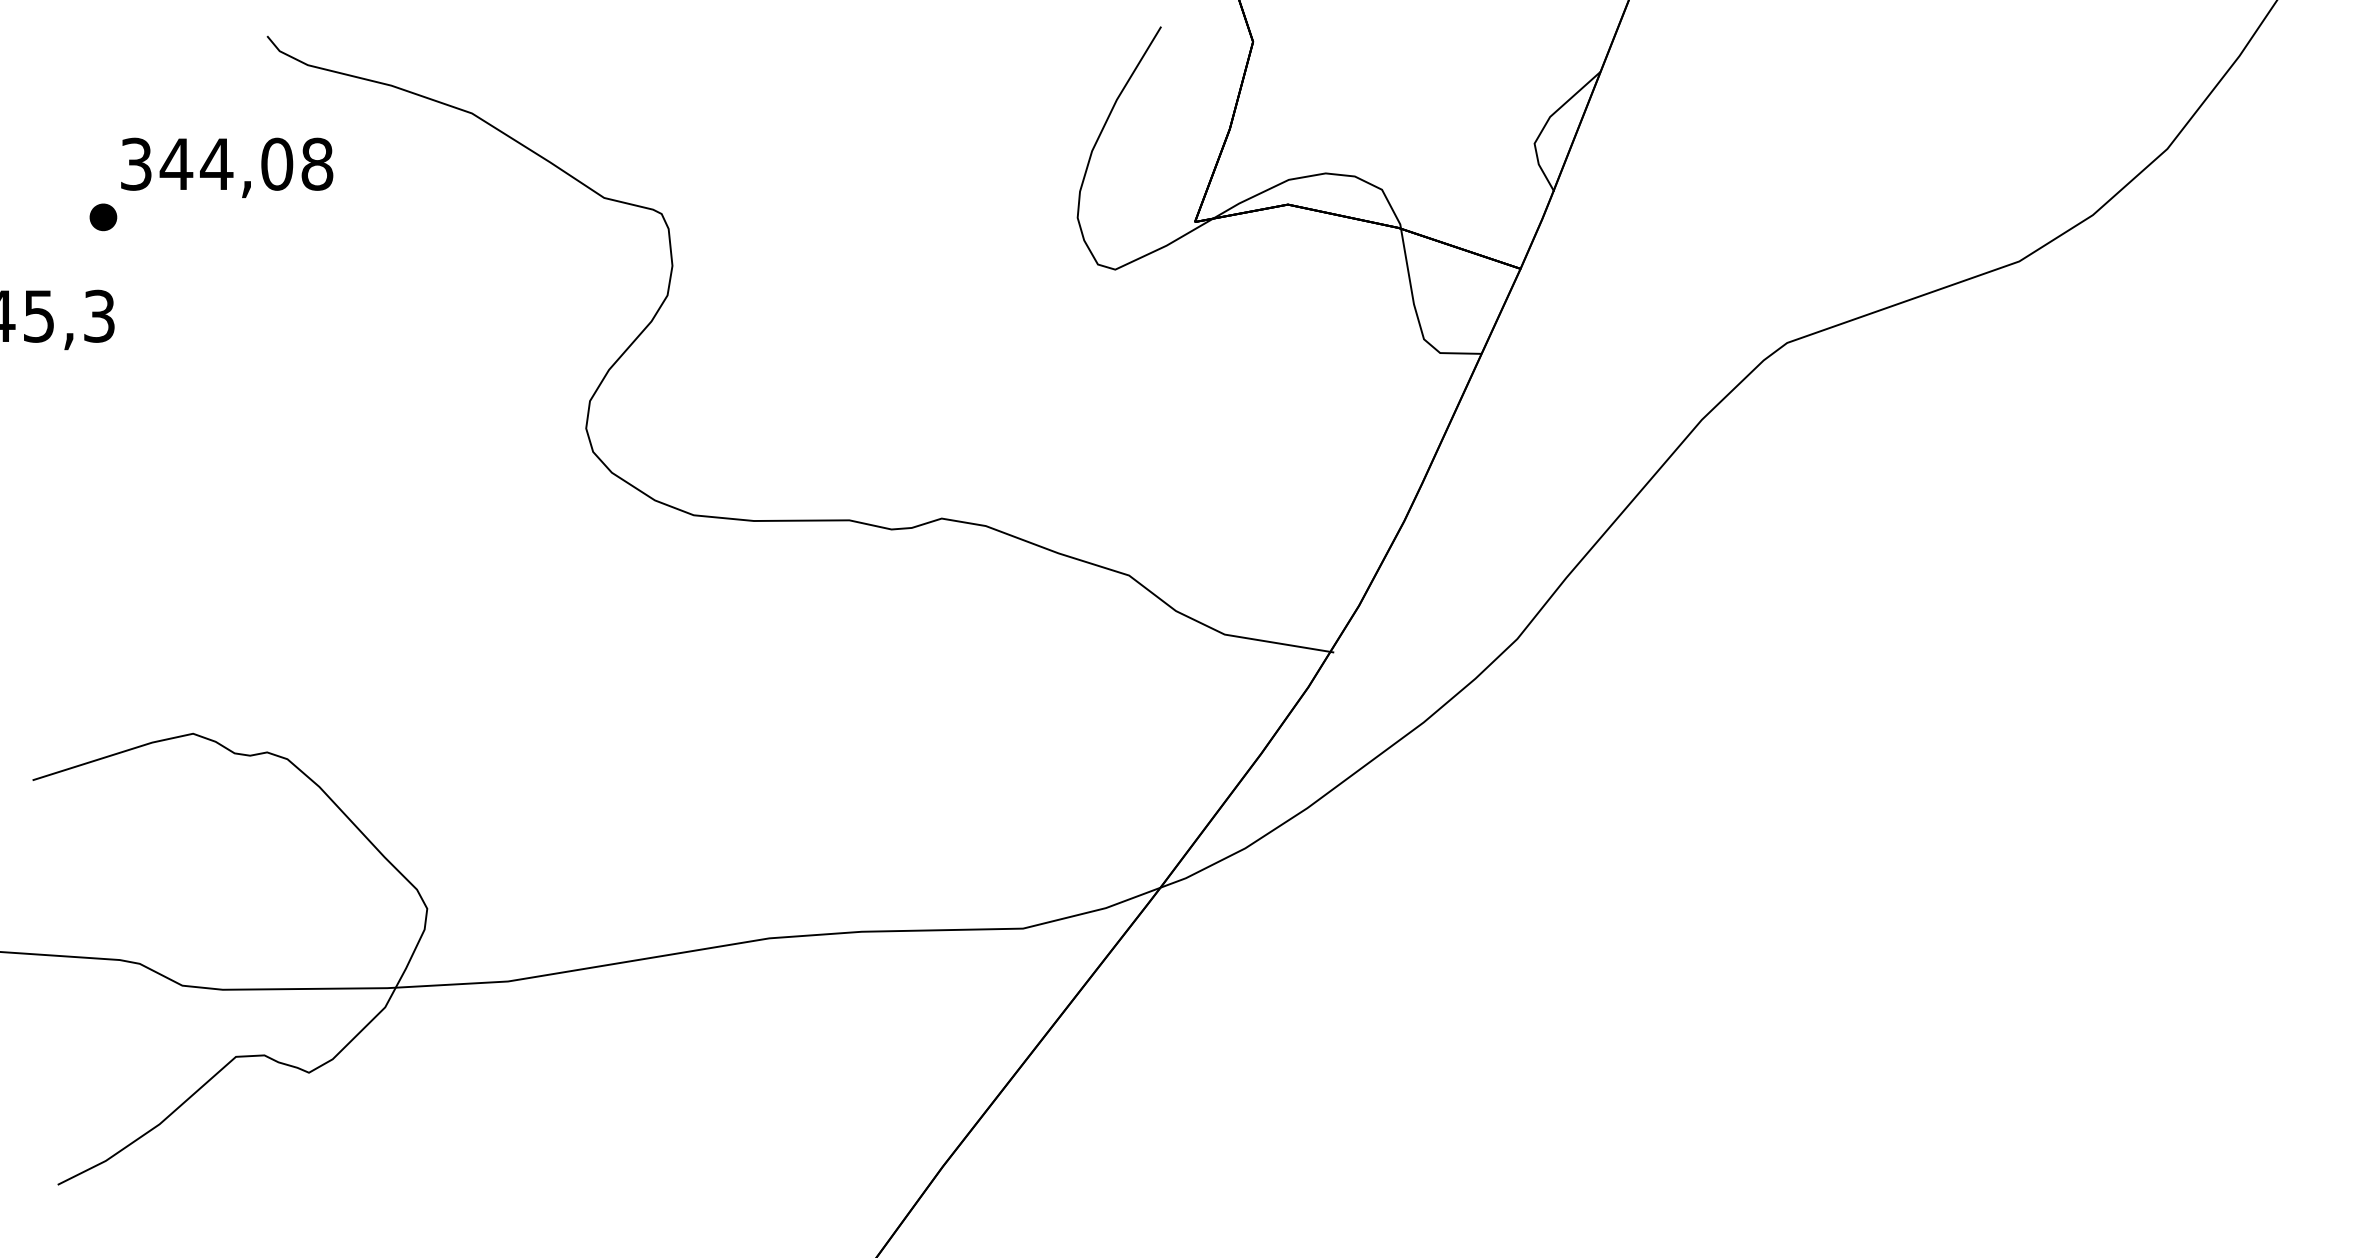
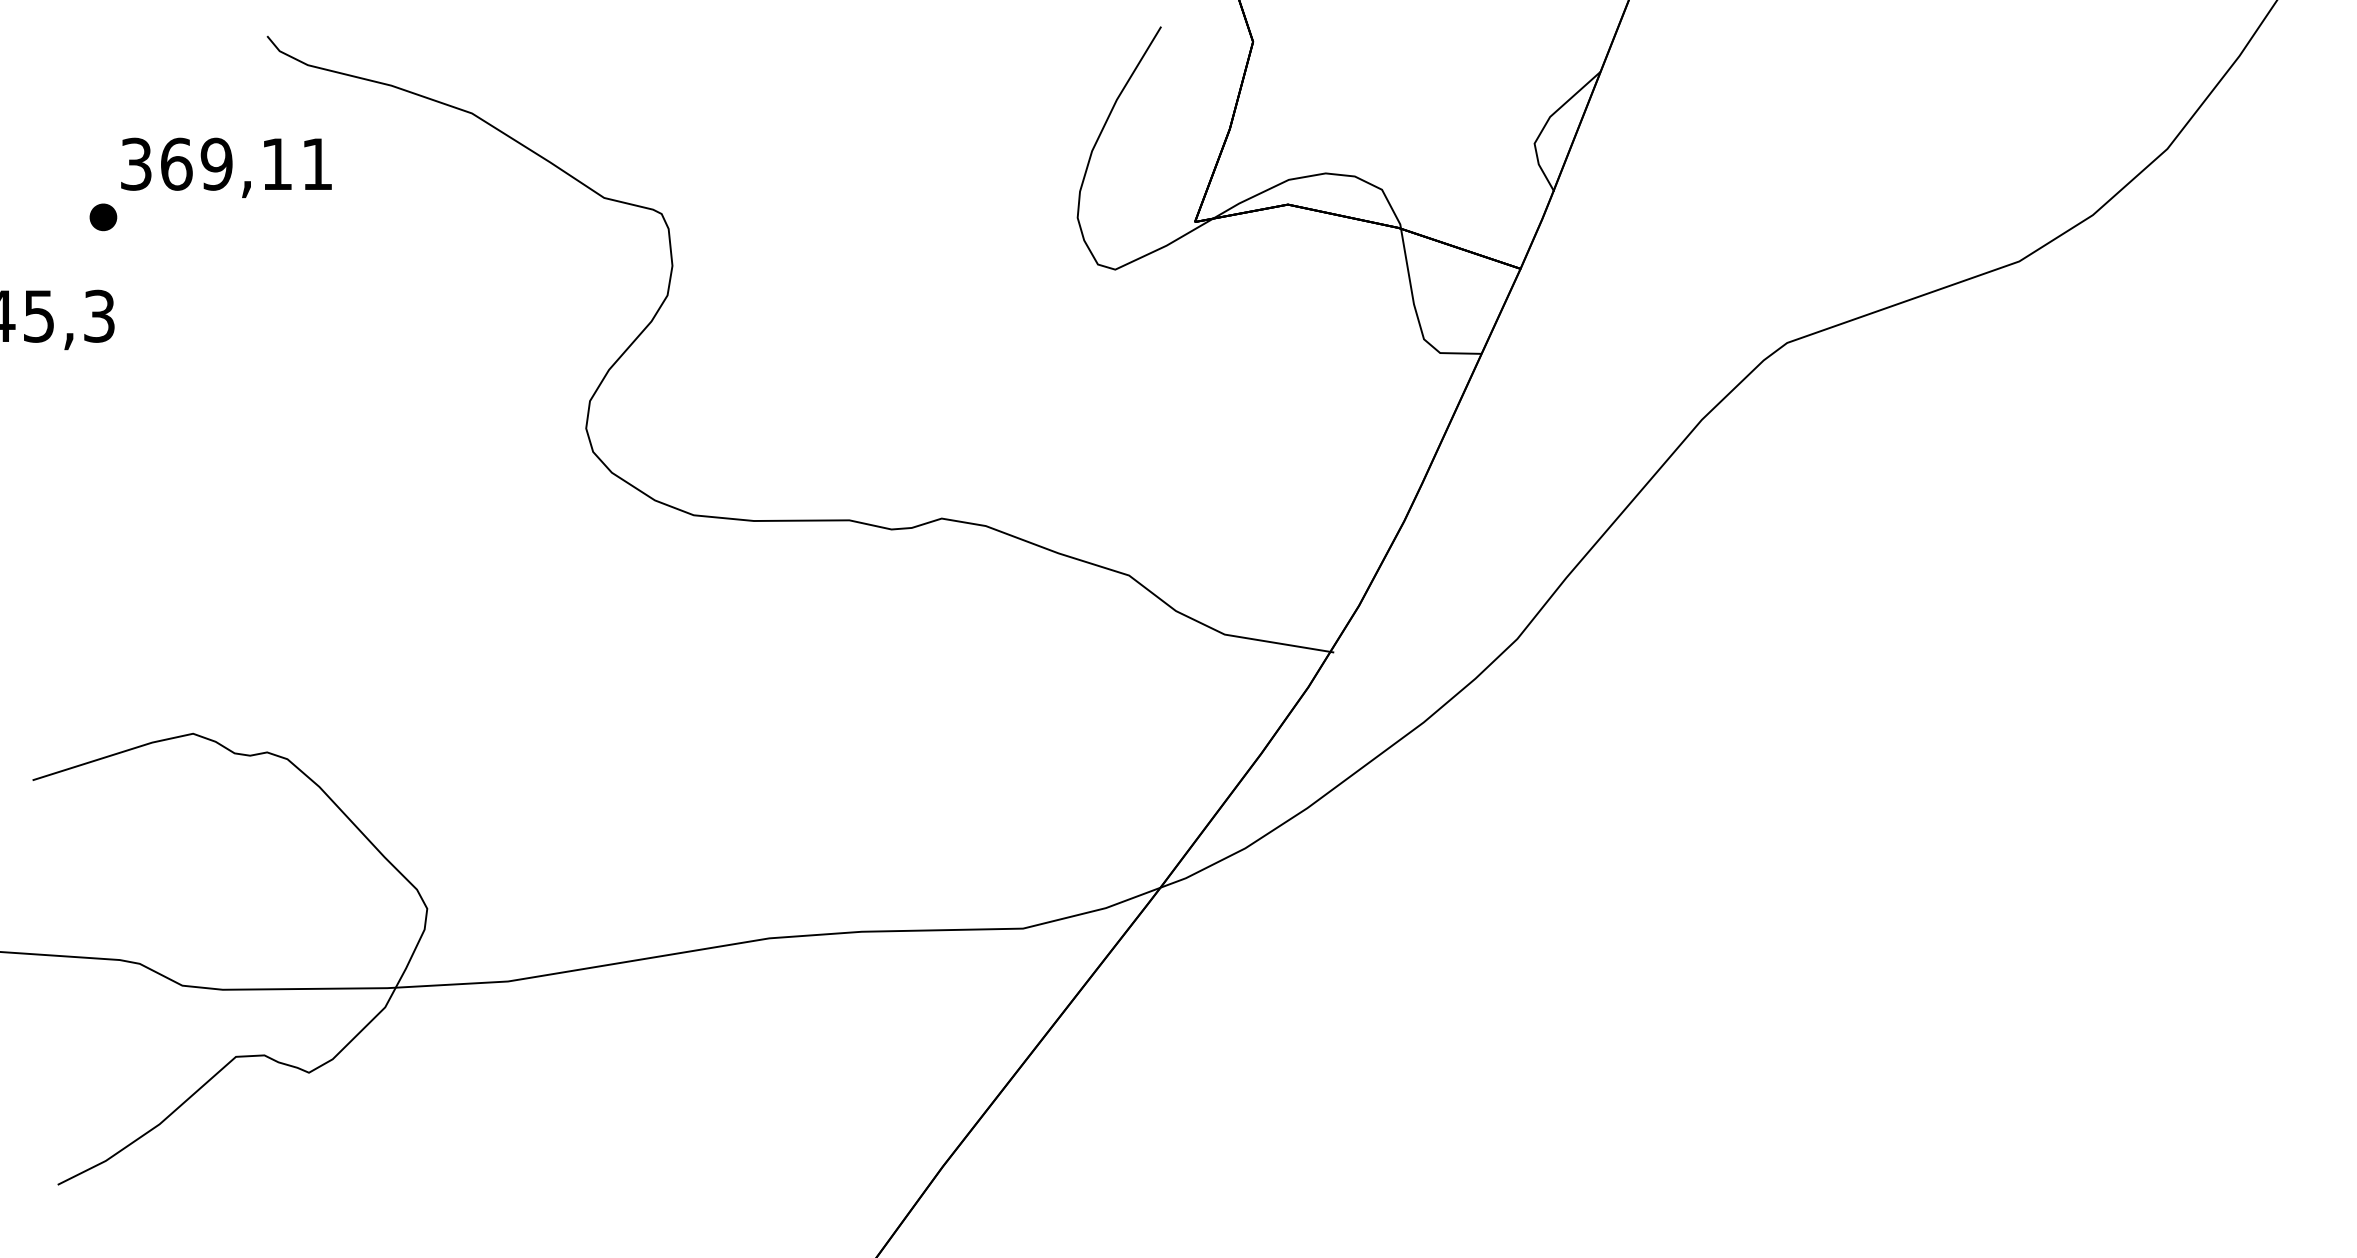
text at (246, 163): 344,08 -> 369,11
